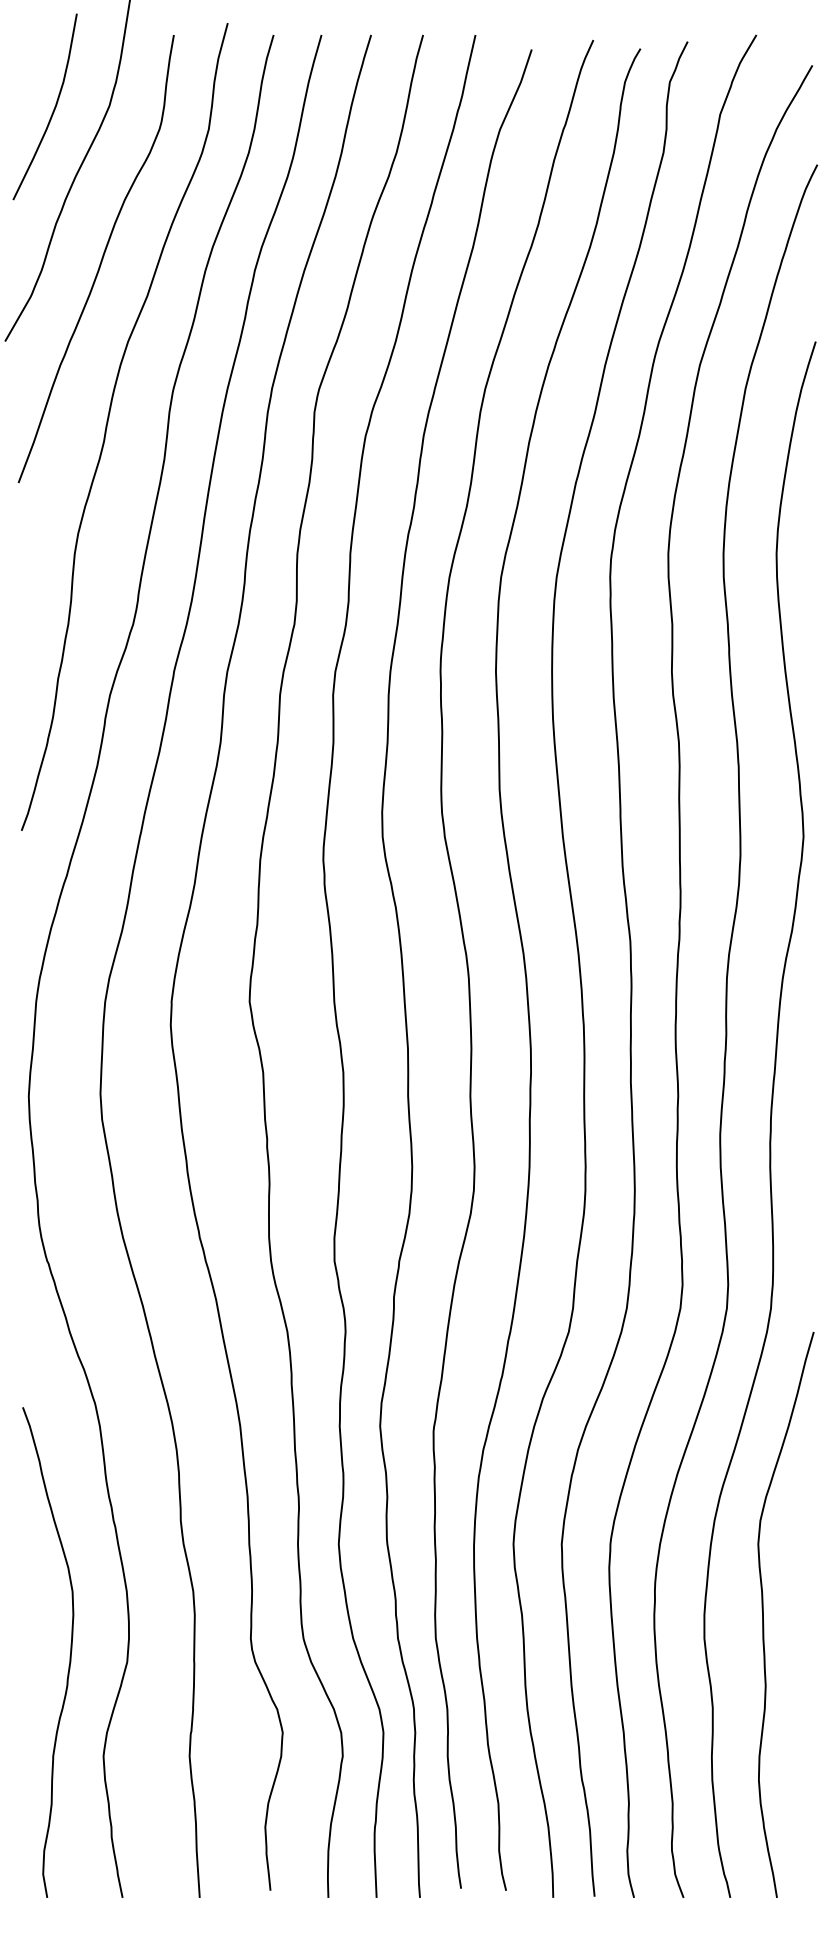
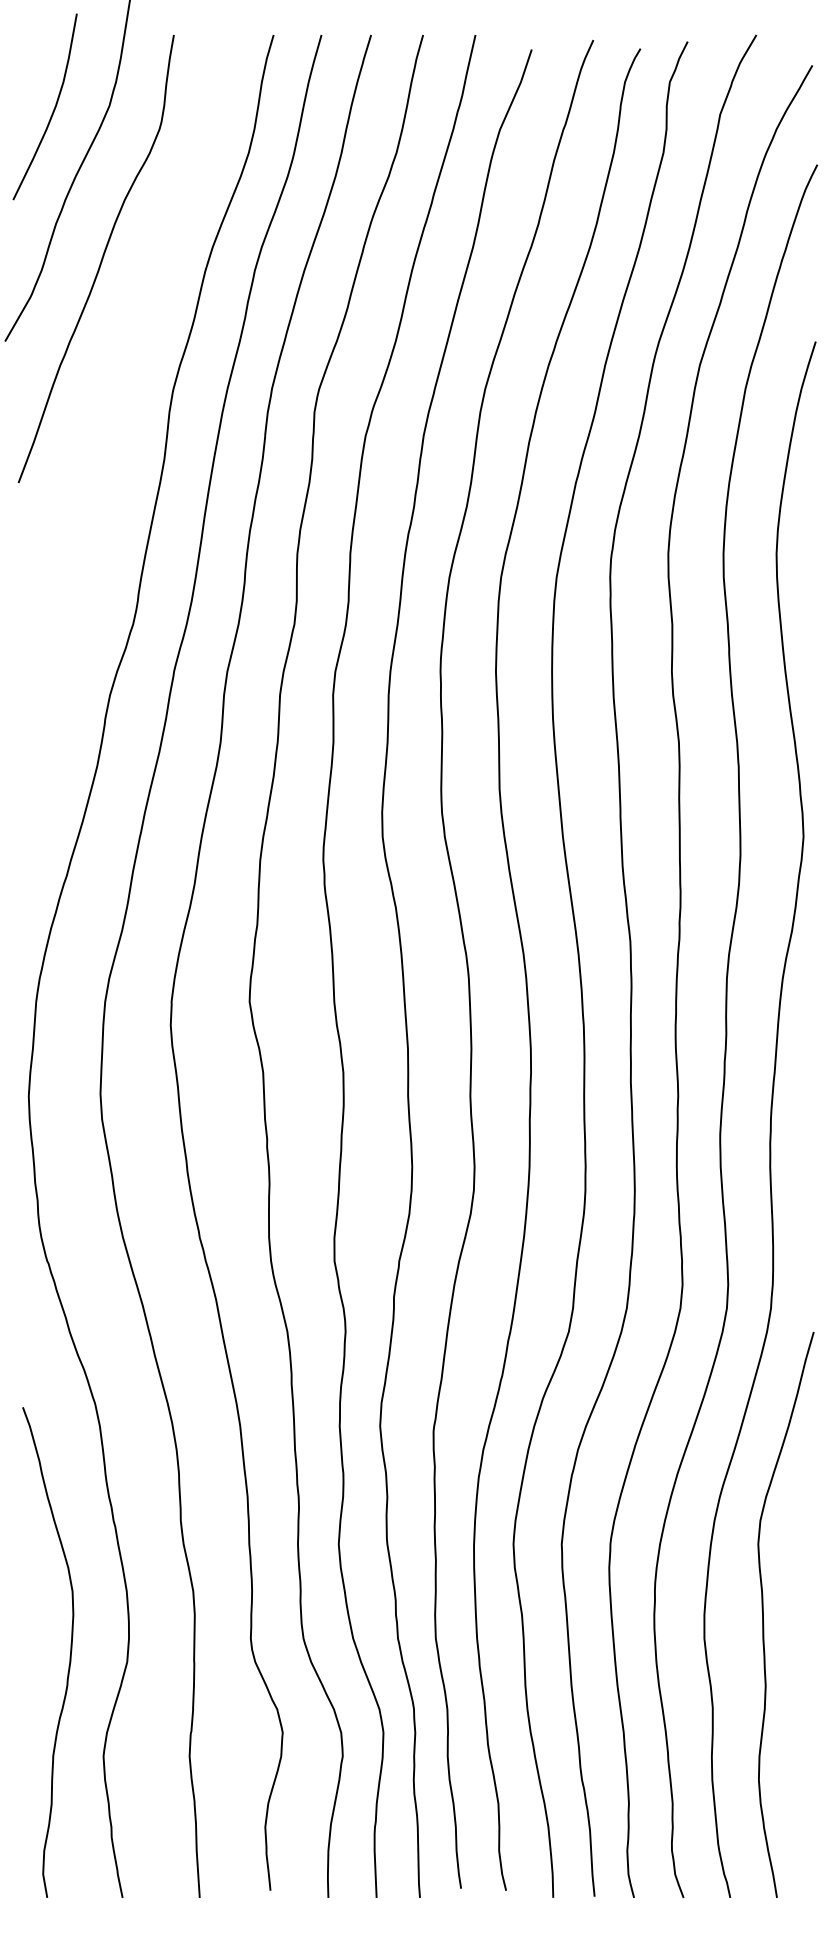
curve at (108, 423): present -> none
